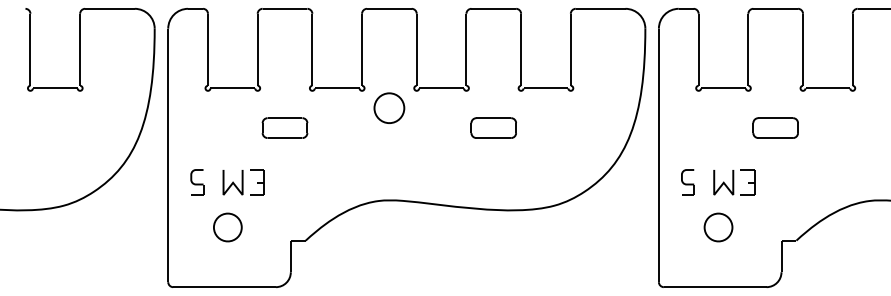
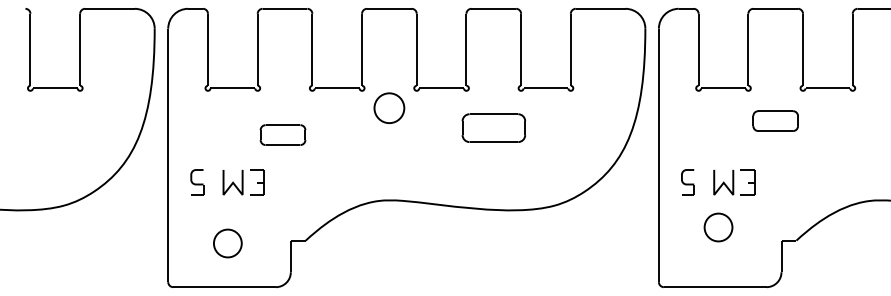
part at (284, 127) position: (284, 127) -> (282, 134)
part at (493, 127) size: 47x22 px -> 66x30 px
part at (775, 127) position: (775, 127) -> (775, 120)
part at (227, 227) position: (227, 227) -> (227, 243)
